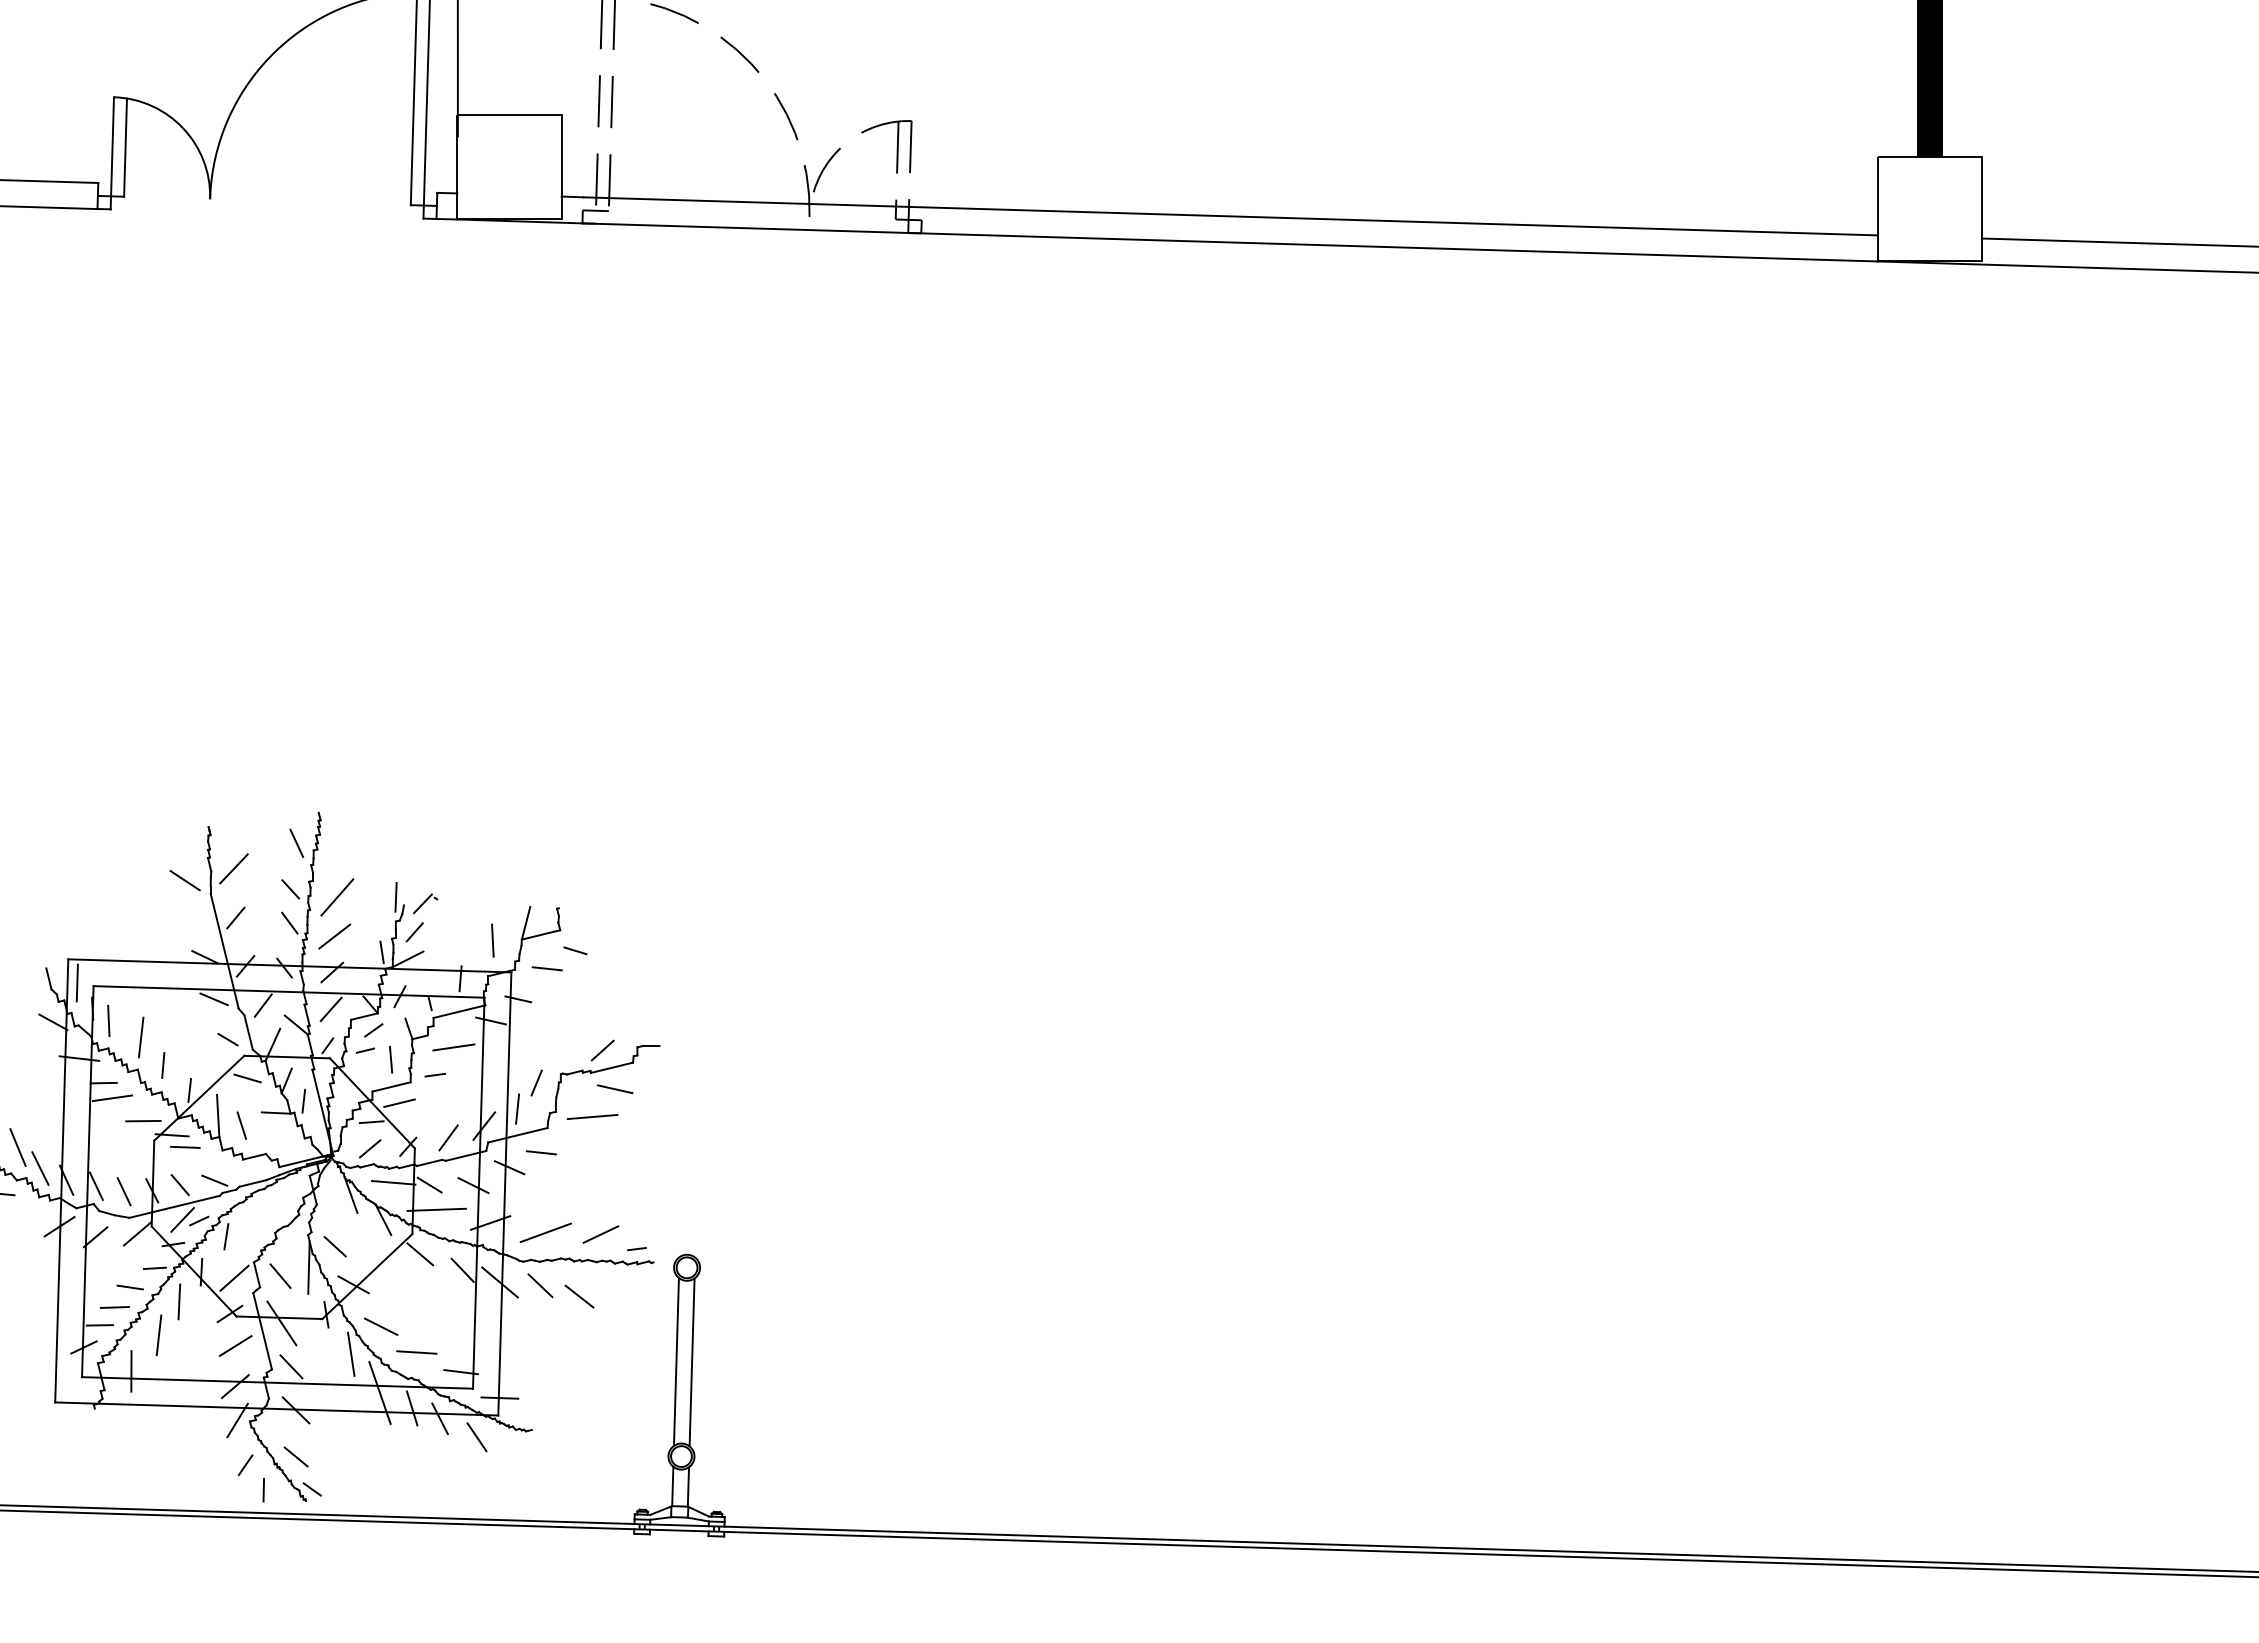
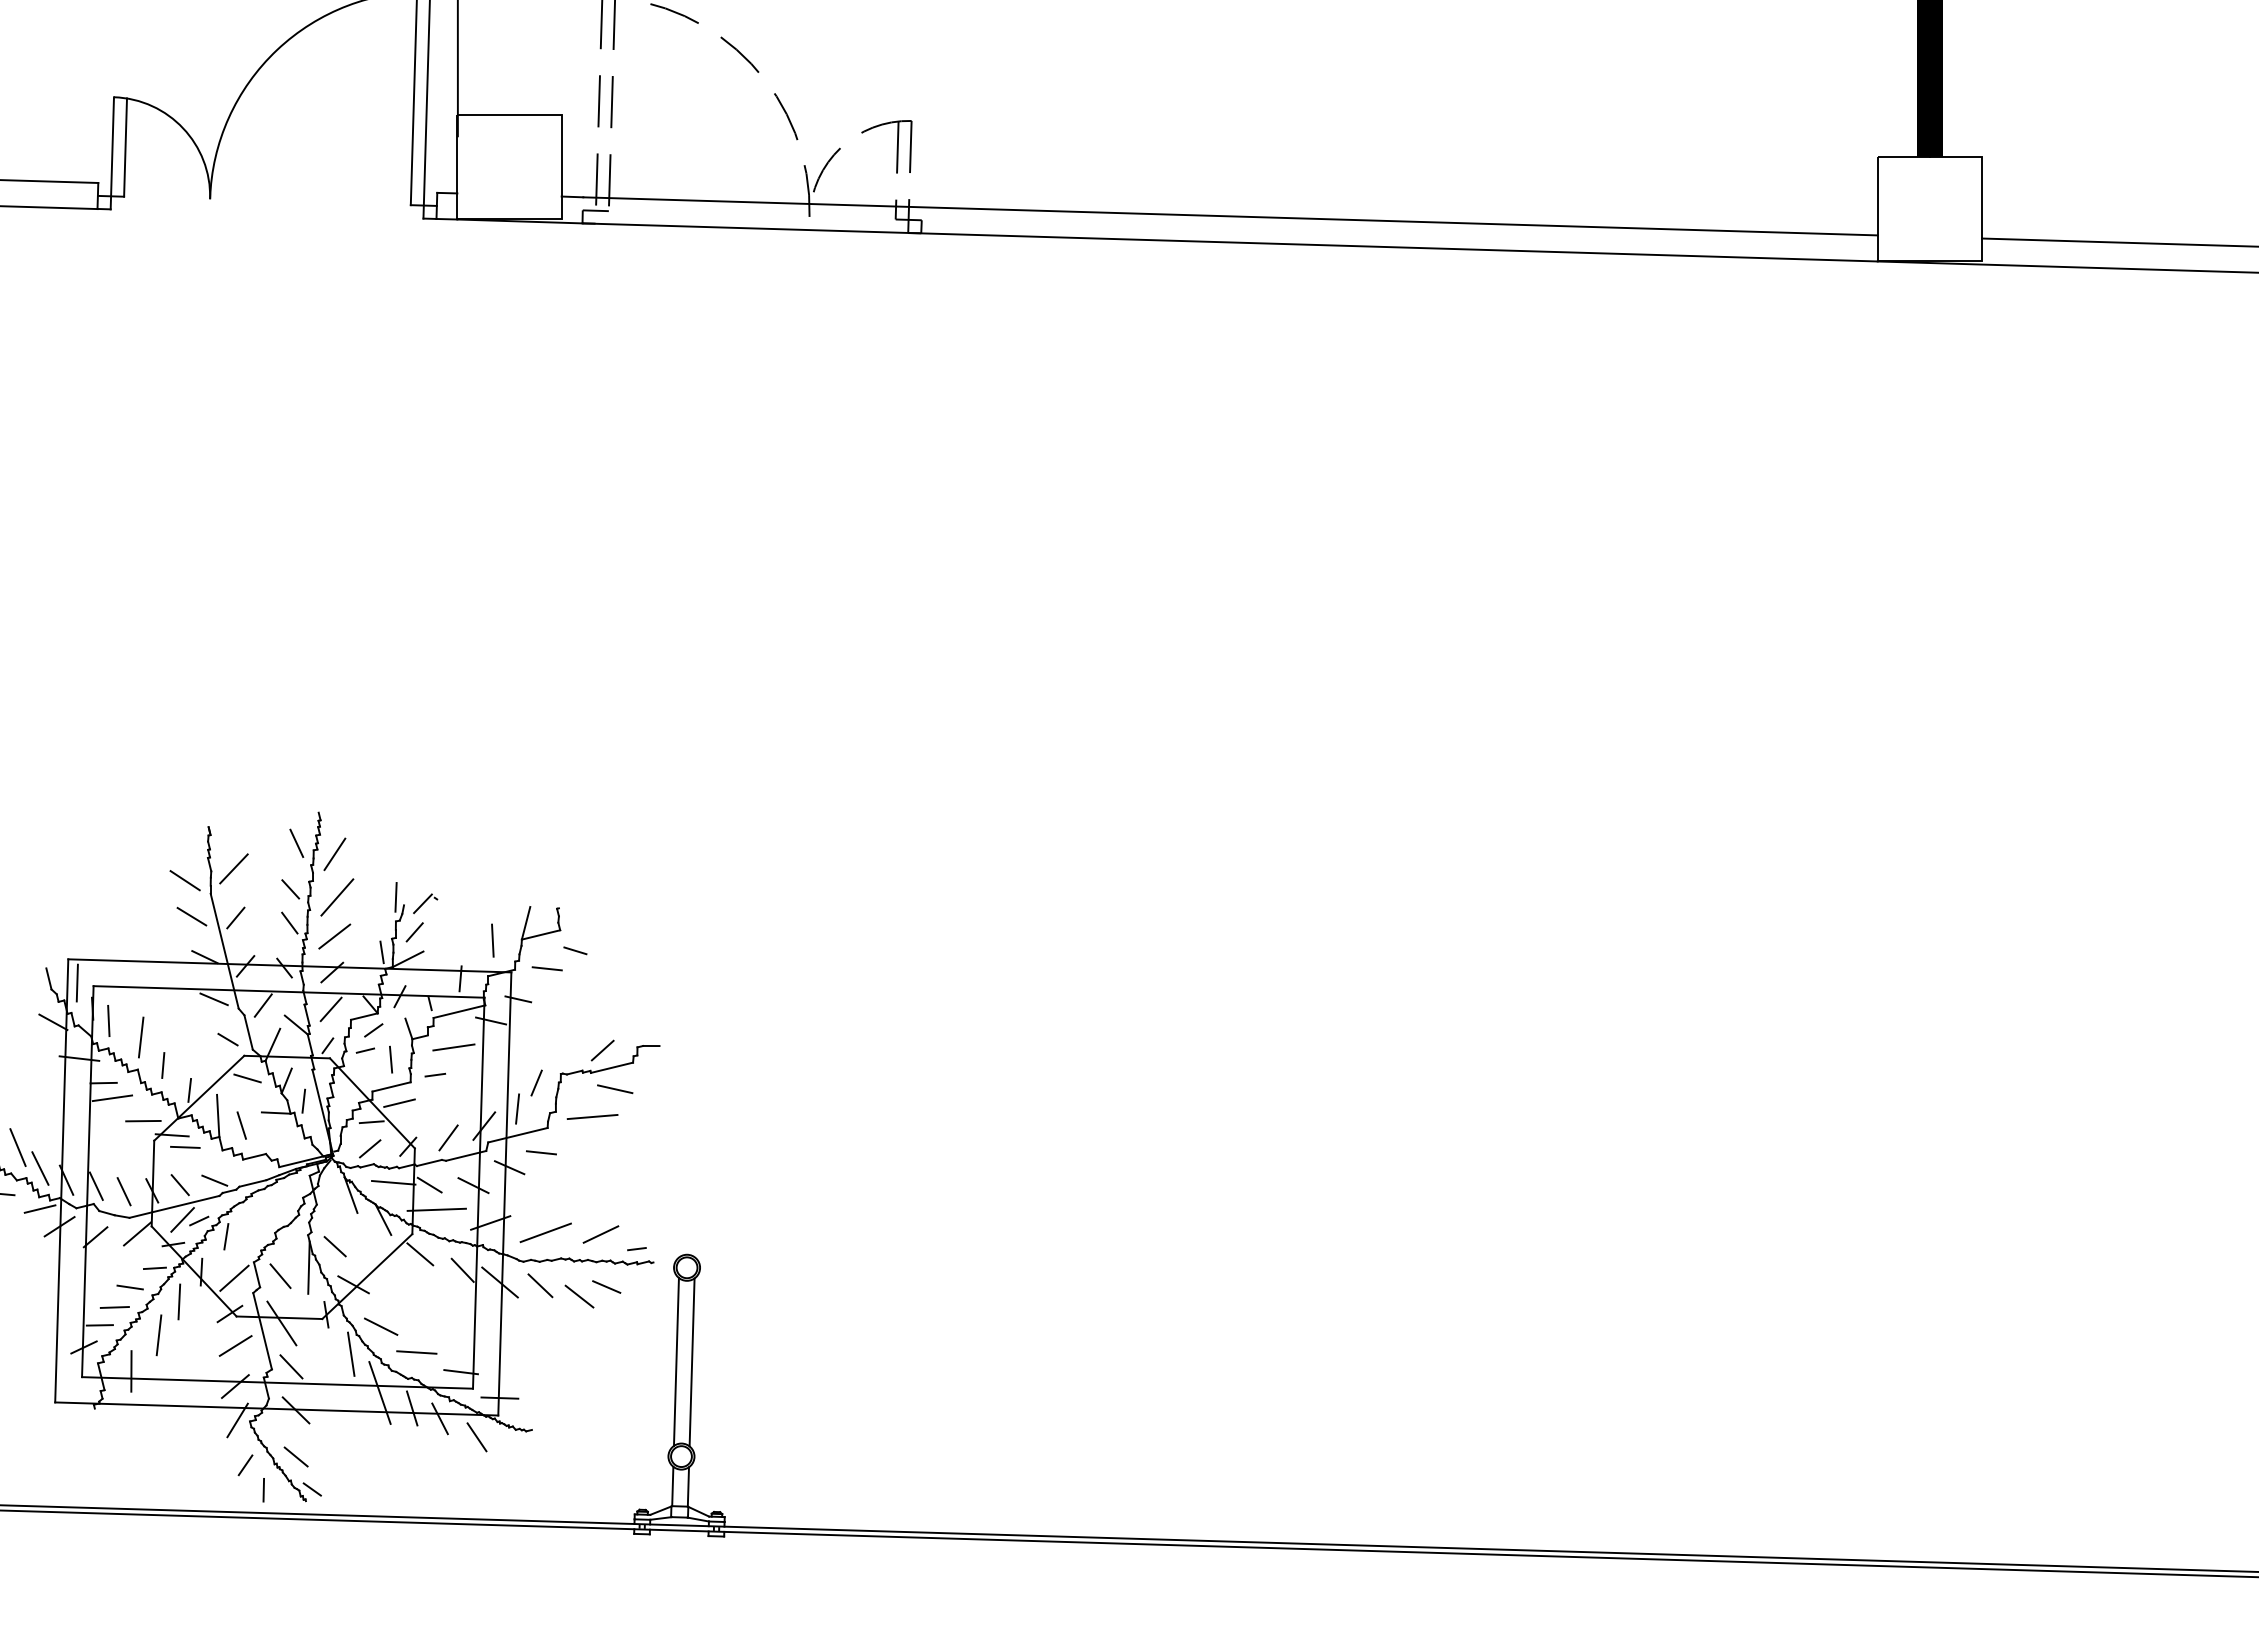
line at (334, 854): none -> present
line at (191, 916): none -> present
line at (39, 1208): none -> present
line at (606, 1286): none -> present
